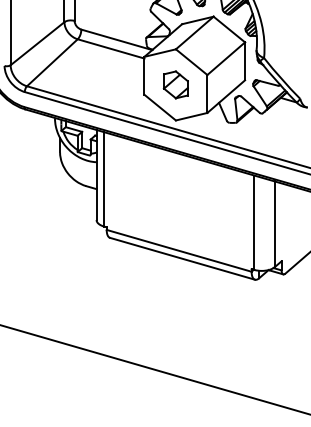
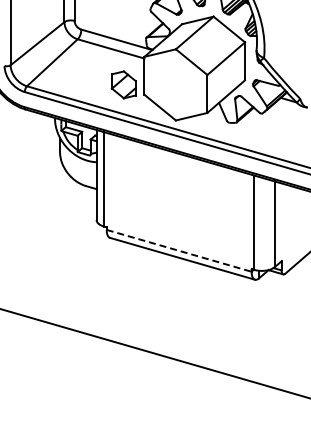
part at (175, 84) position: (175, 84) -> (123, 84)
line at (179, 250): solid -> dashed
line at (154, 369) position: (154, 369) -> (154, 353)
